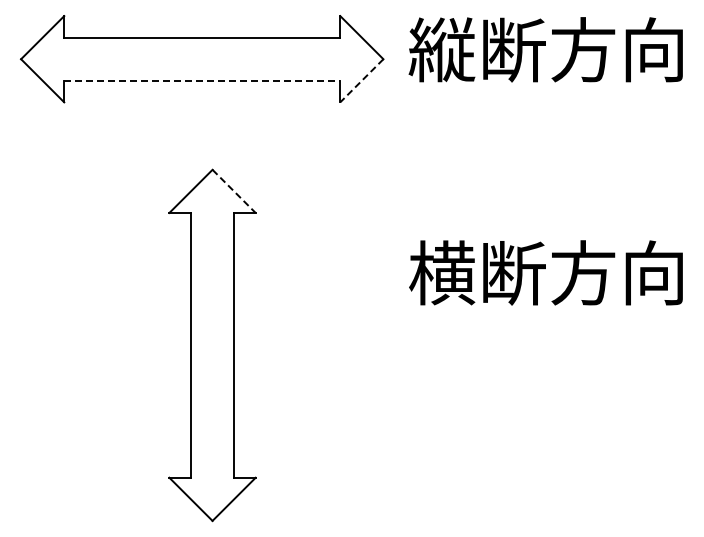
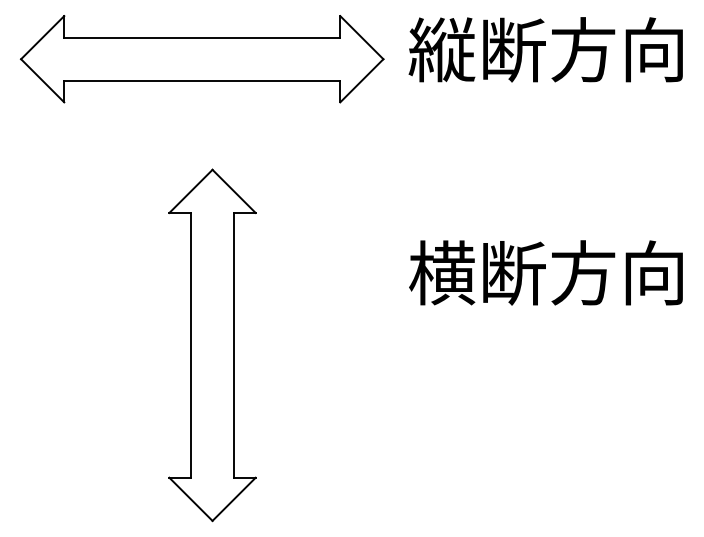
line at (202, 80): dashed -> solid
line at (361, 80): dashed -> solid
line at (234, 191): dashed -> solid
